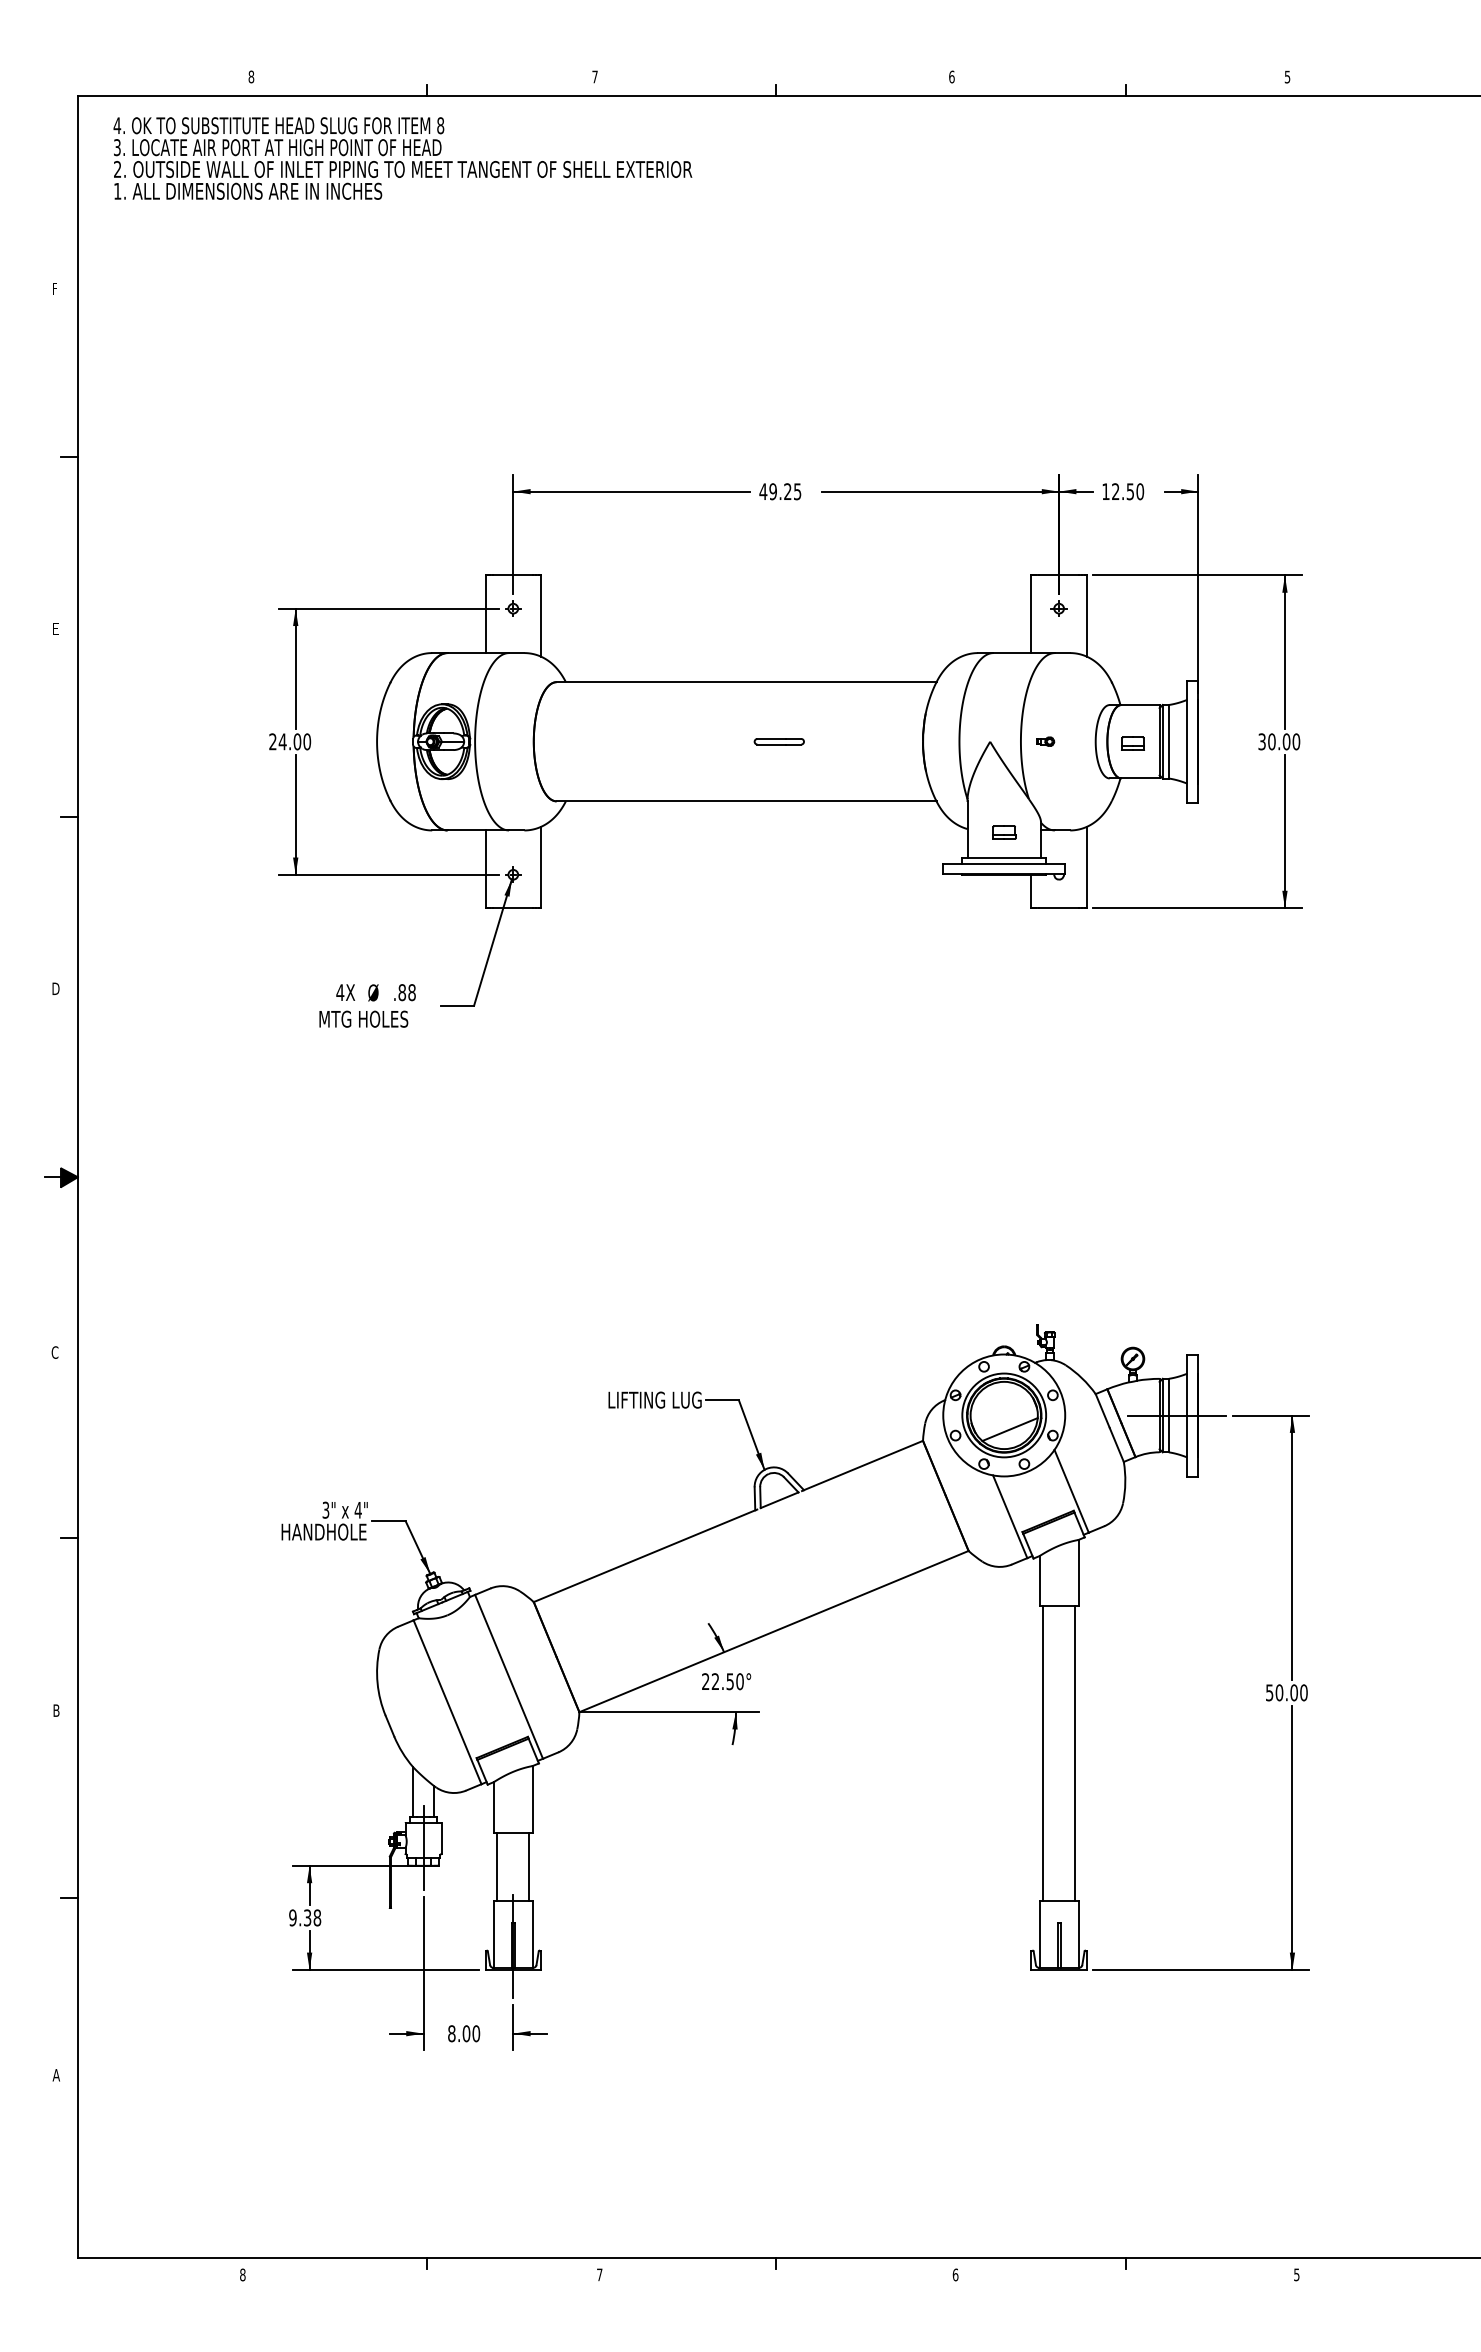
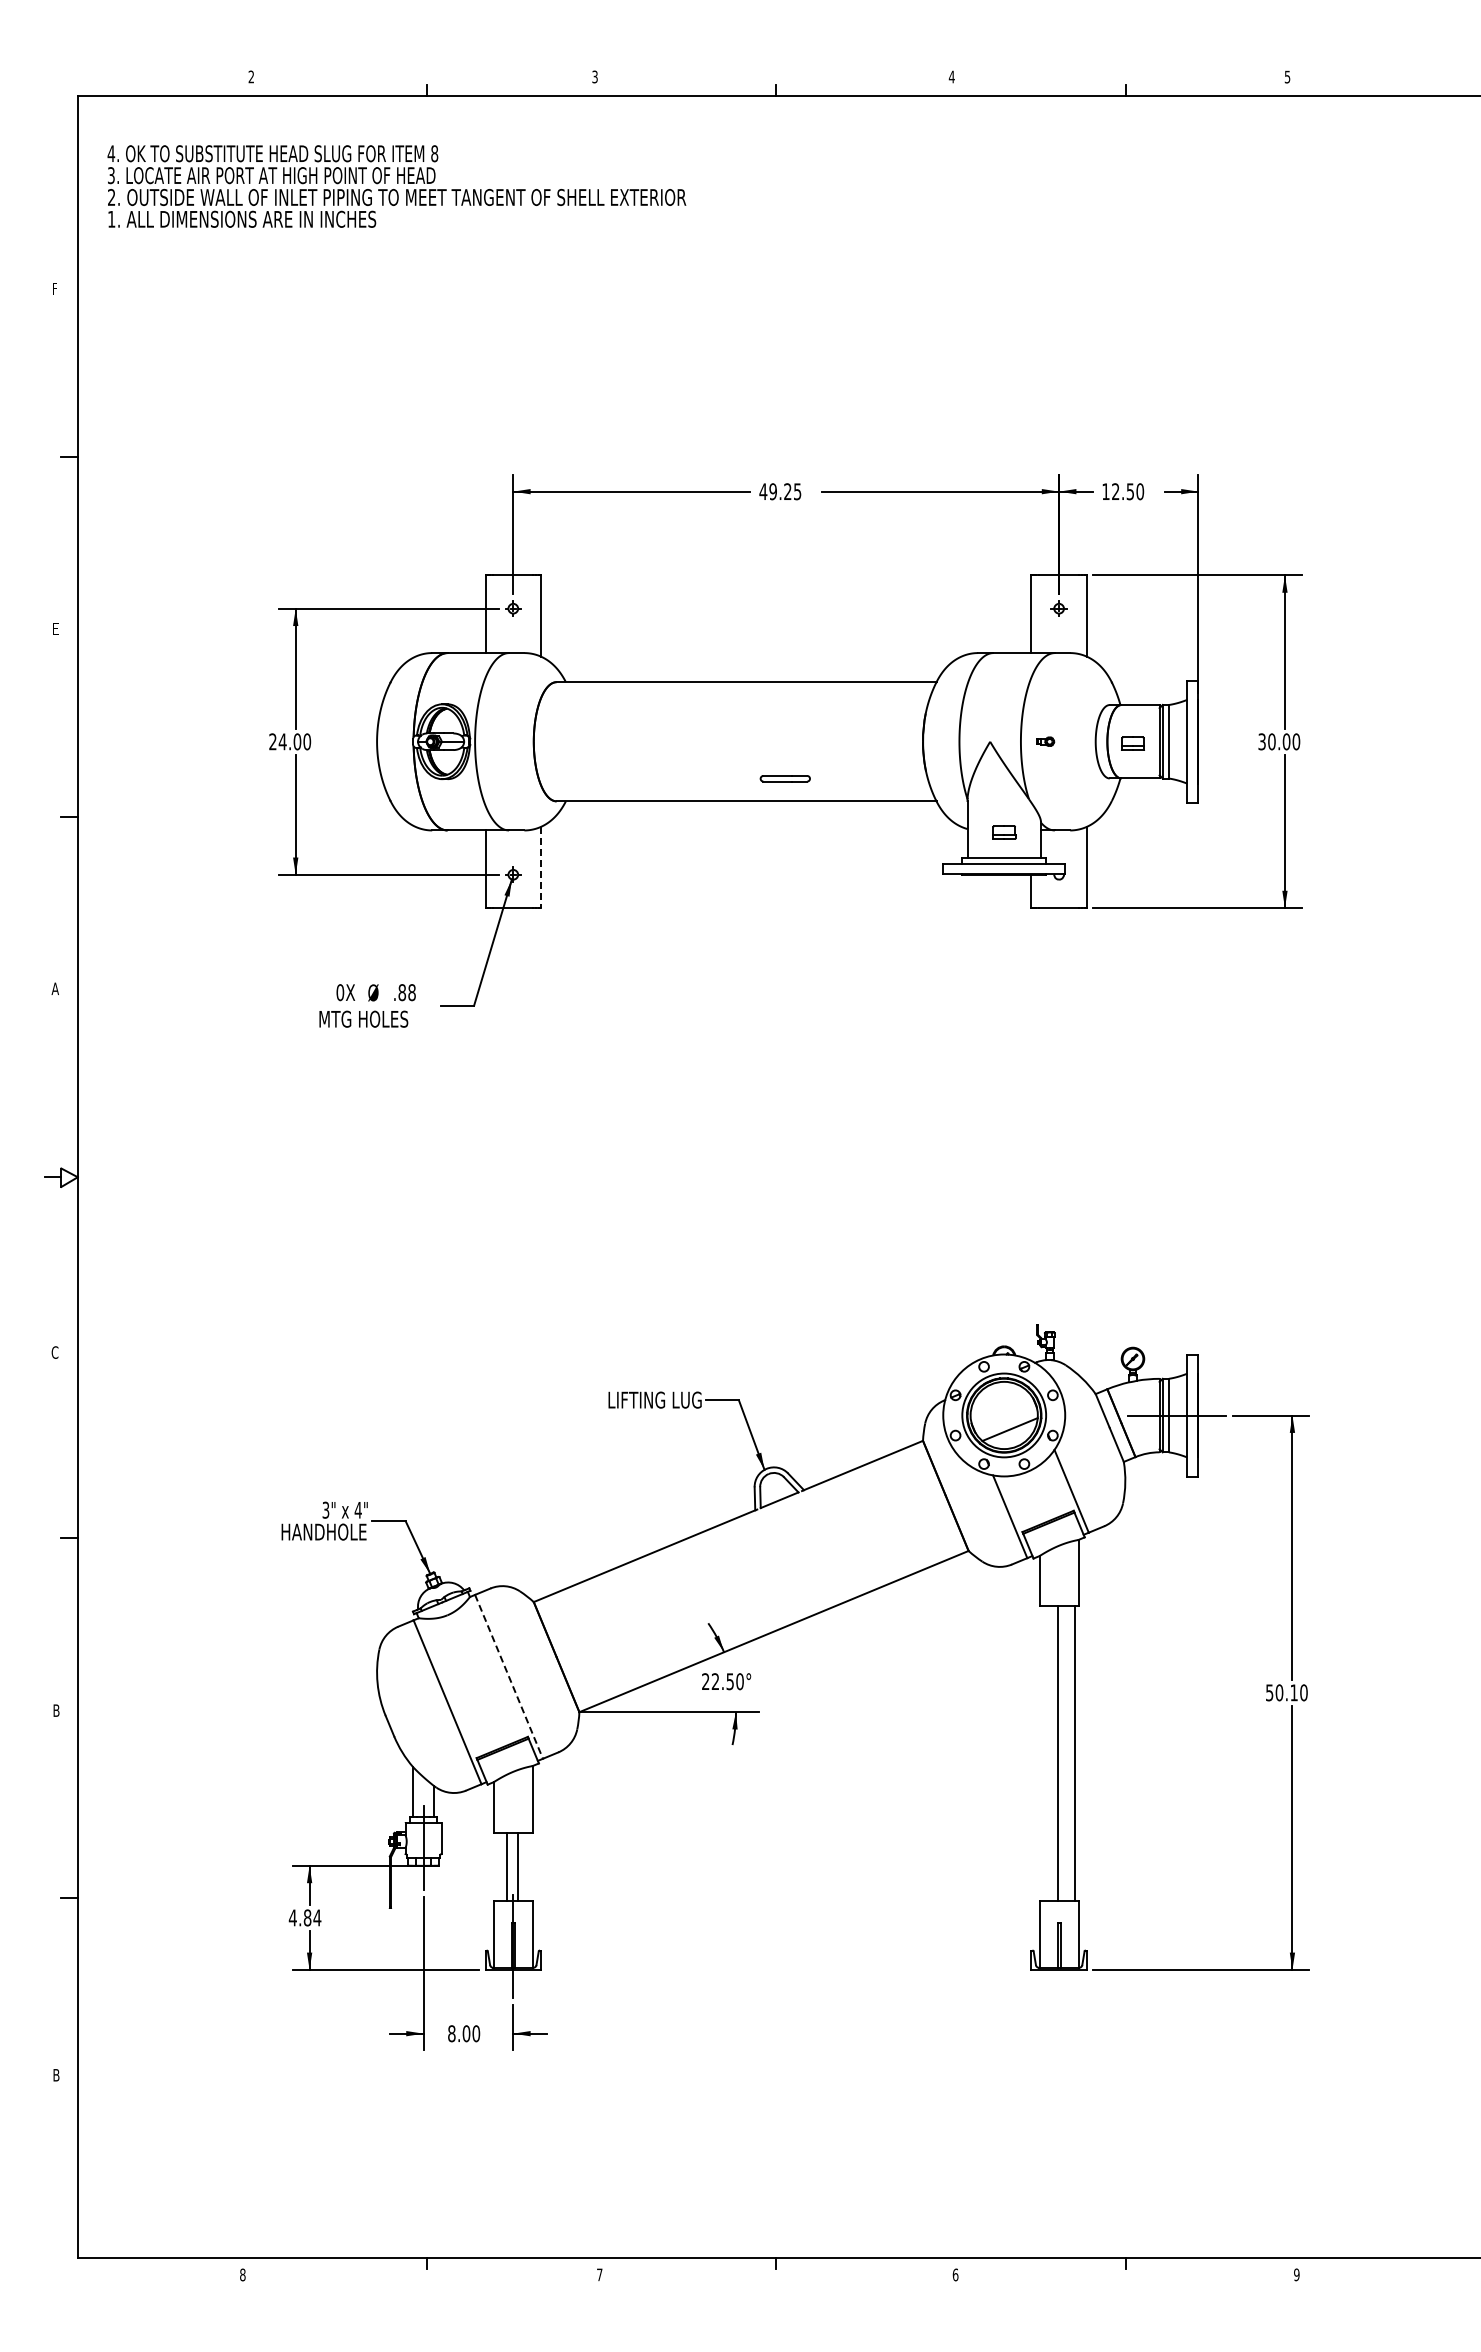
text at (251, 76): 8 -> 2
text at (594, 76): 7 -> 3
text at (951, 76): 6 -> 4
part at (402, 158) position: (402, 158) -> (396, 186)
part at (778, 741) position: (778, 741) -> (784, 778)
line at (541, 867): solid -> dashed
text at (55, 988): D -> A
text at (340, 992): 4X -> 0X
fill at (69, 1177): present -> none
line at (509, 1676): solid -> dashed
text at (1293, 1692): 50.00 -> 50.10
line at (1043, 1753) position: (1043, 1753) -> (1058, 1753)
line at (497, 1866) position: (497, 1866) -> (518, 1866)
line at (529, 1866) position: (529, 1866) -> (507, 1866)
text at (304, 1917): 9.38 -> 4.84
text at (55, 2075): A -> B
text at (1296, 2274): 5 -> 9
